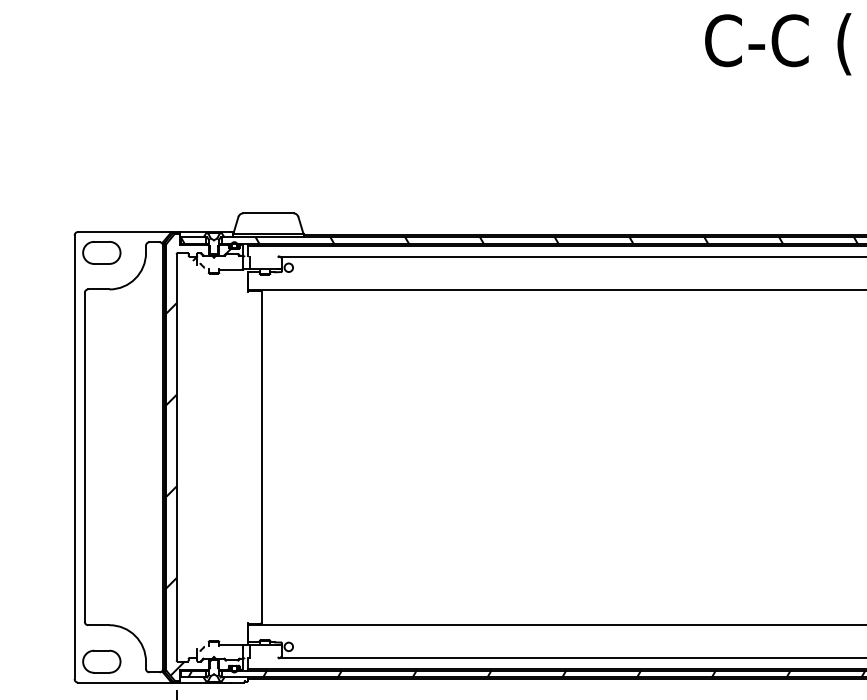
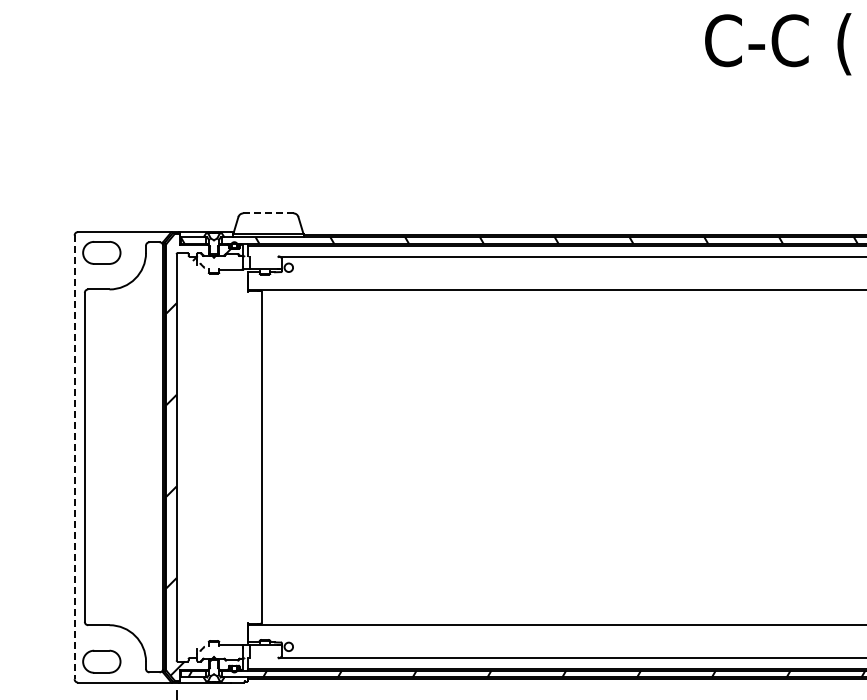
line at (268, 213): solid -> dashed
line at (74, 457): solid -> dashed
